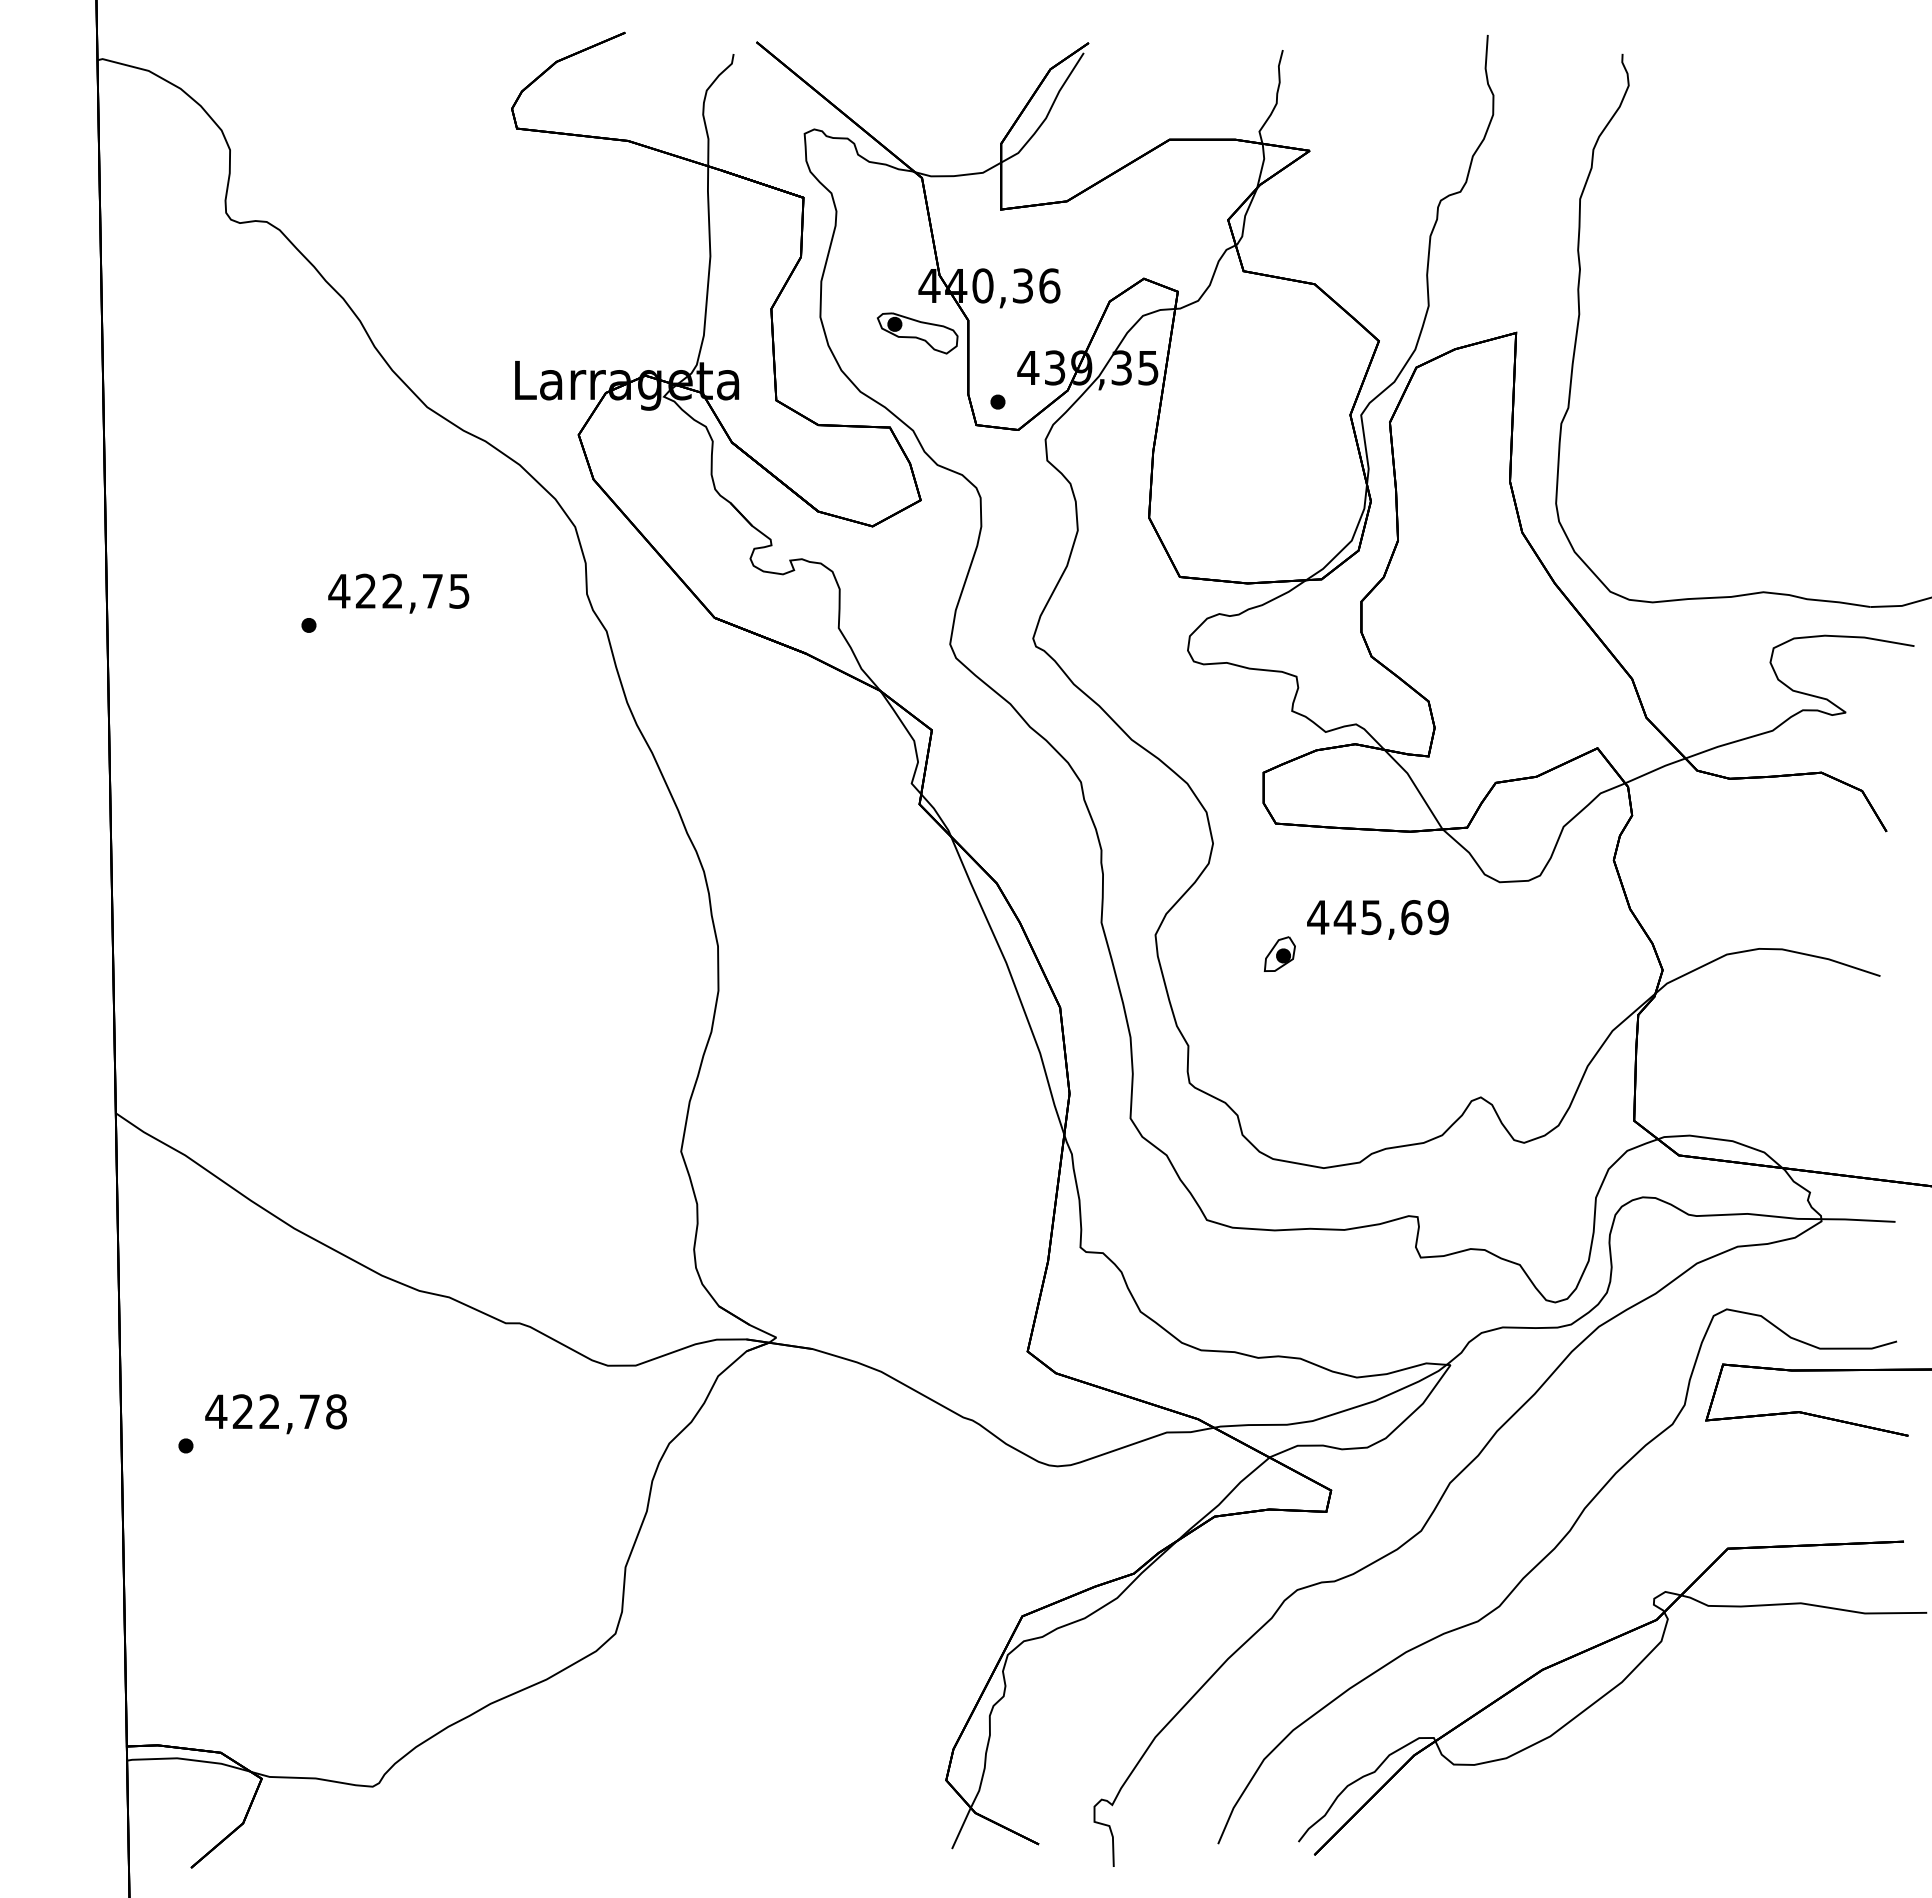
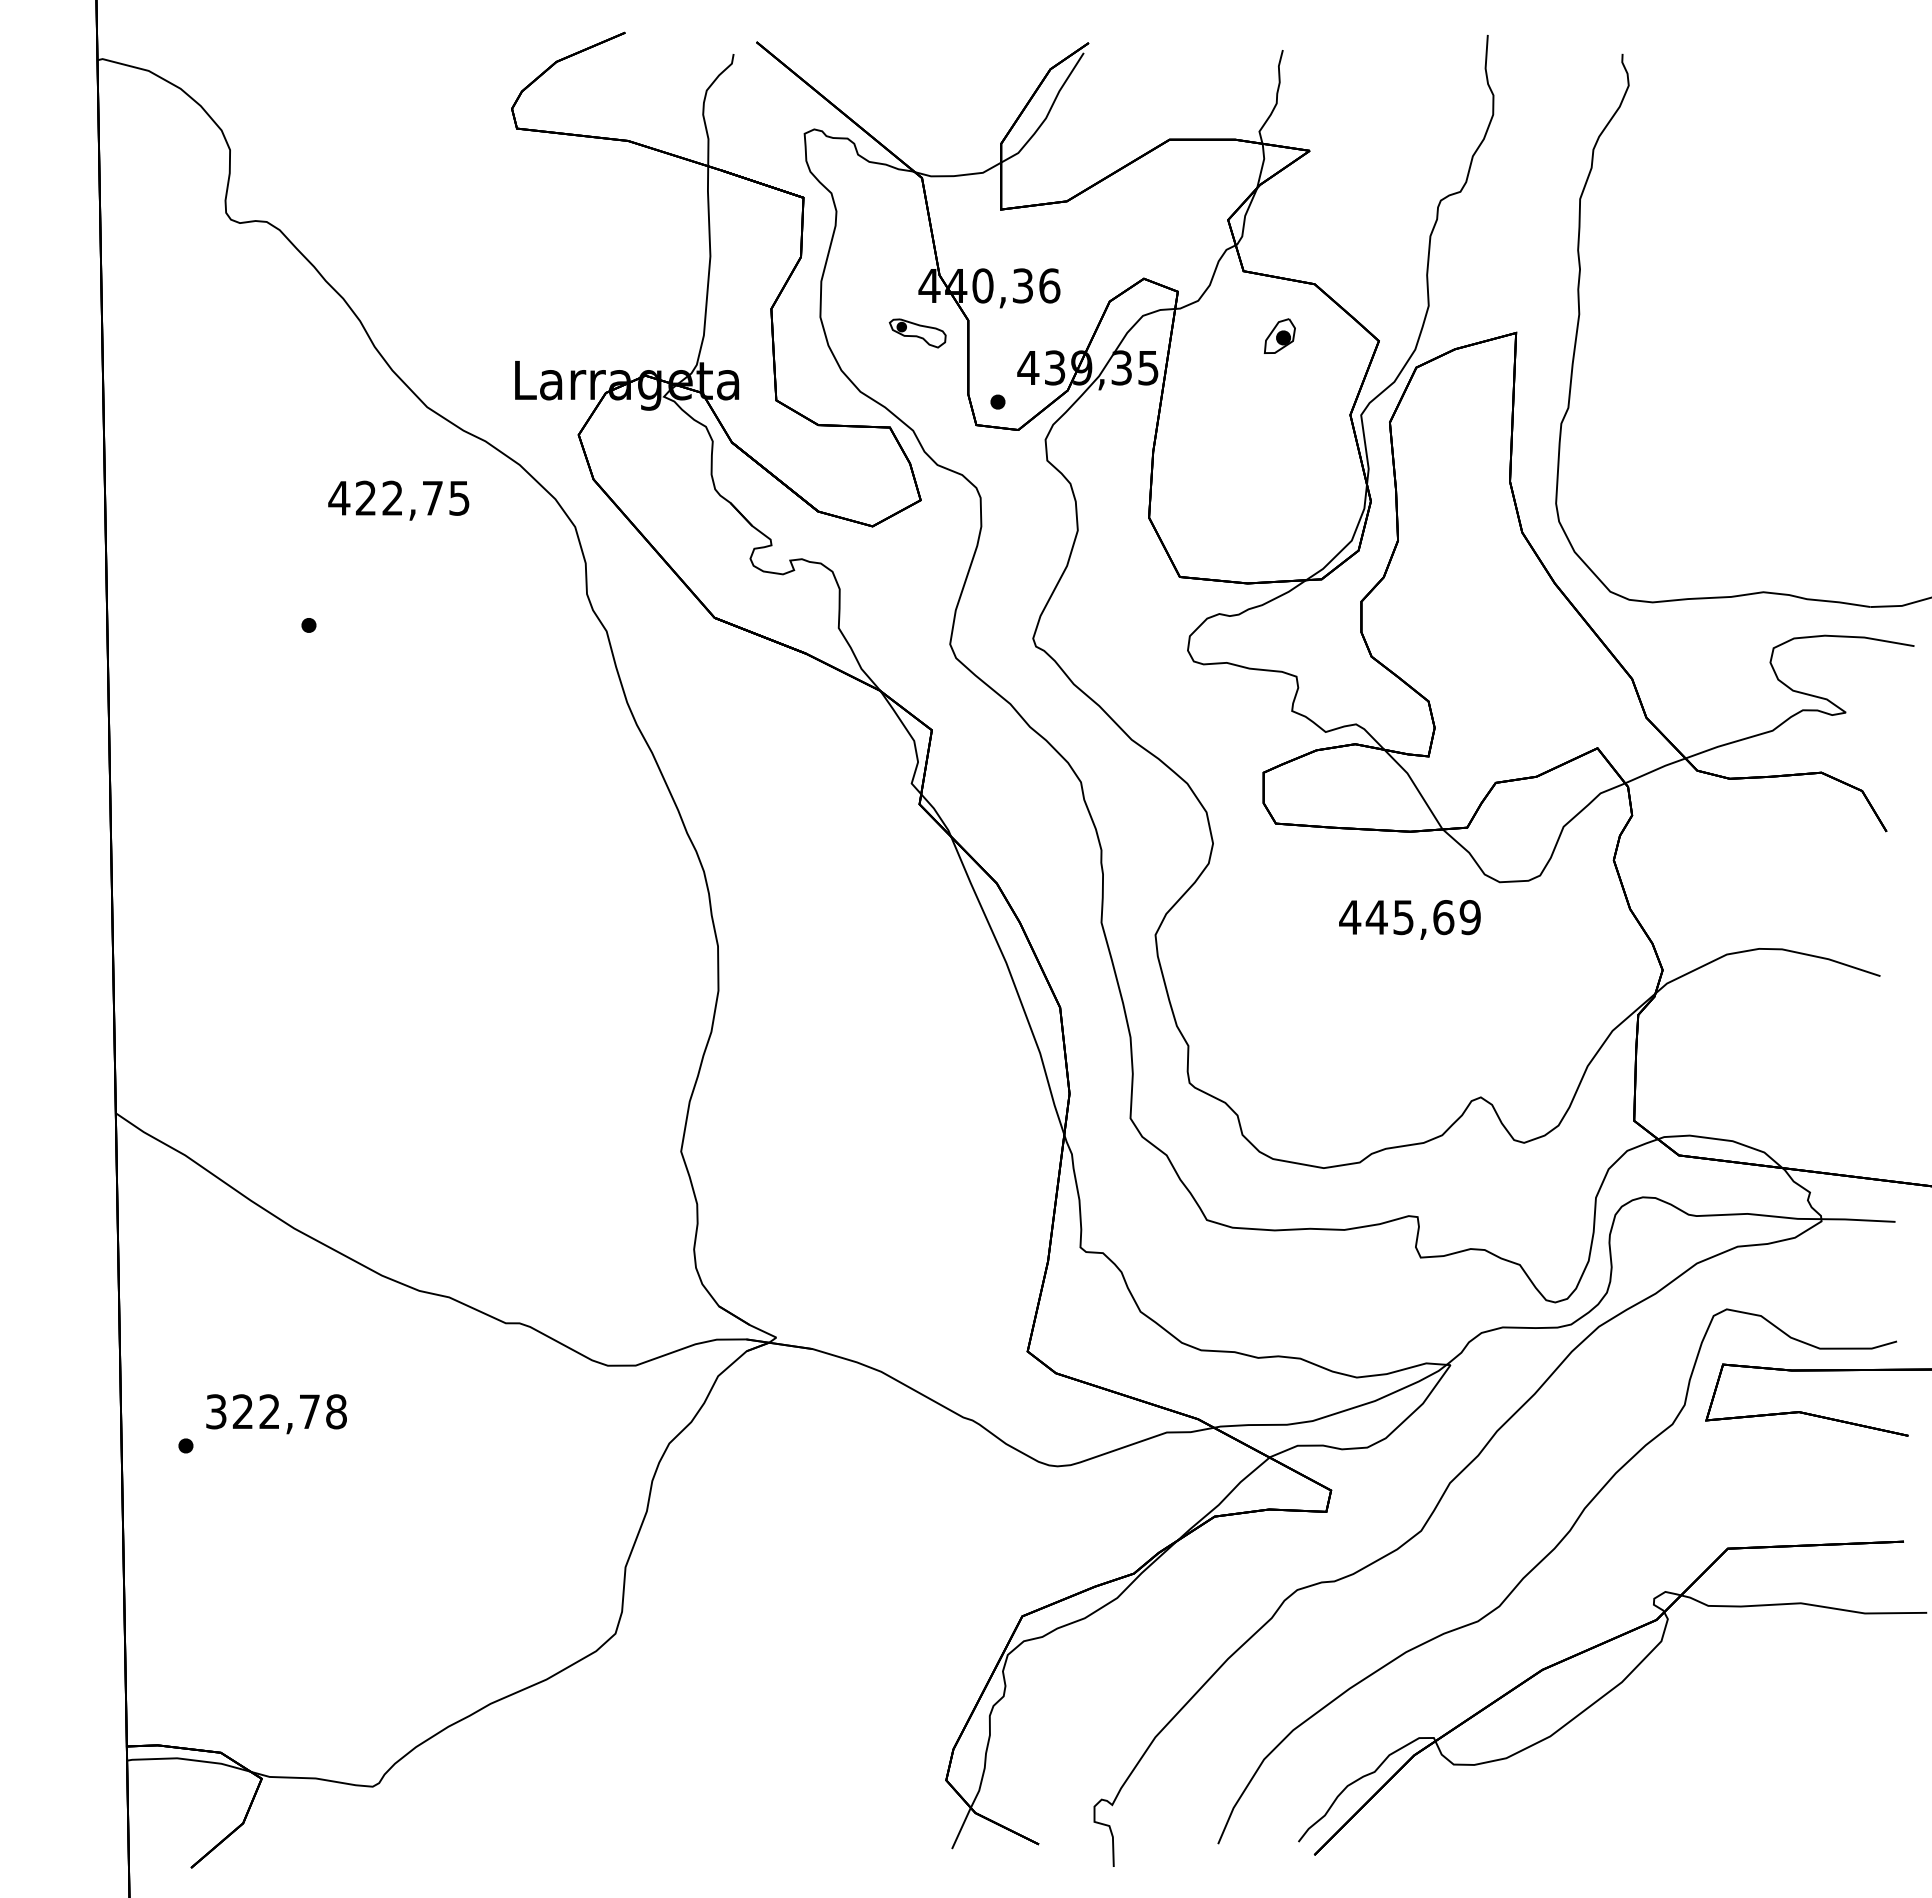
part at (917, 333) size: 82x43 px -> 59x31 px
text at (398, 593) position: (398, 593) -> (398, 500)
text at (1377, 919) position: (1377, 919) -> (1409, 919)
part at (1279, 953) position: (1279, 953) -> (1279, 335)
text at (216, 1411): 422,78 -> 322,78
